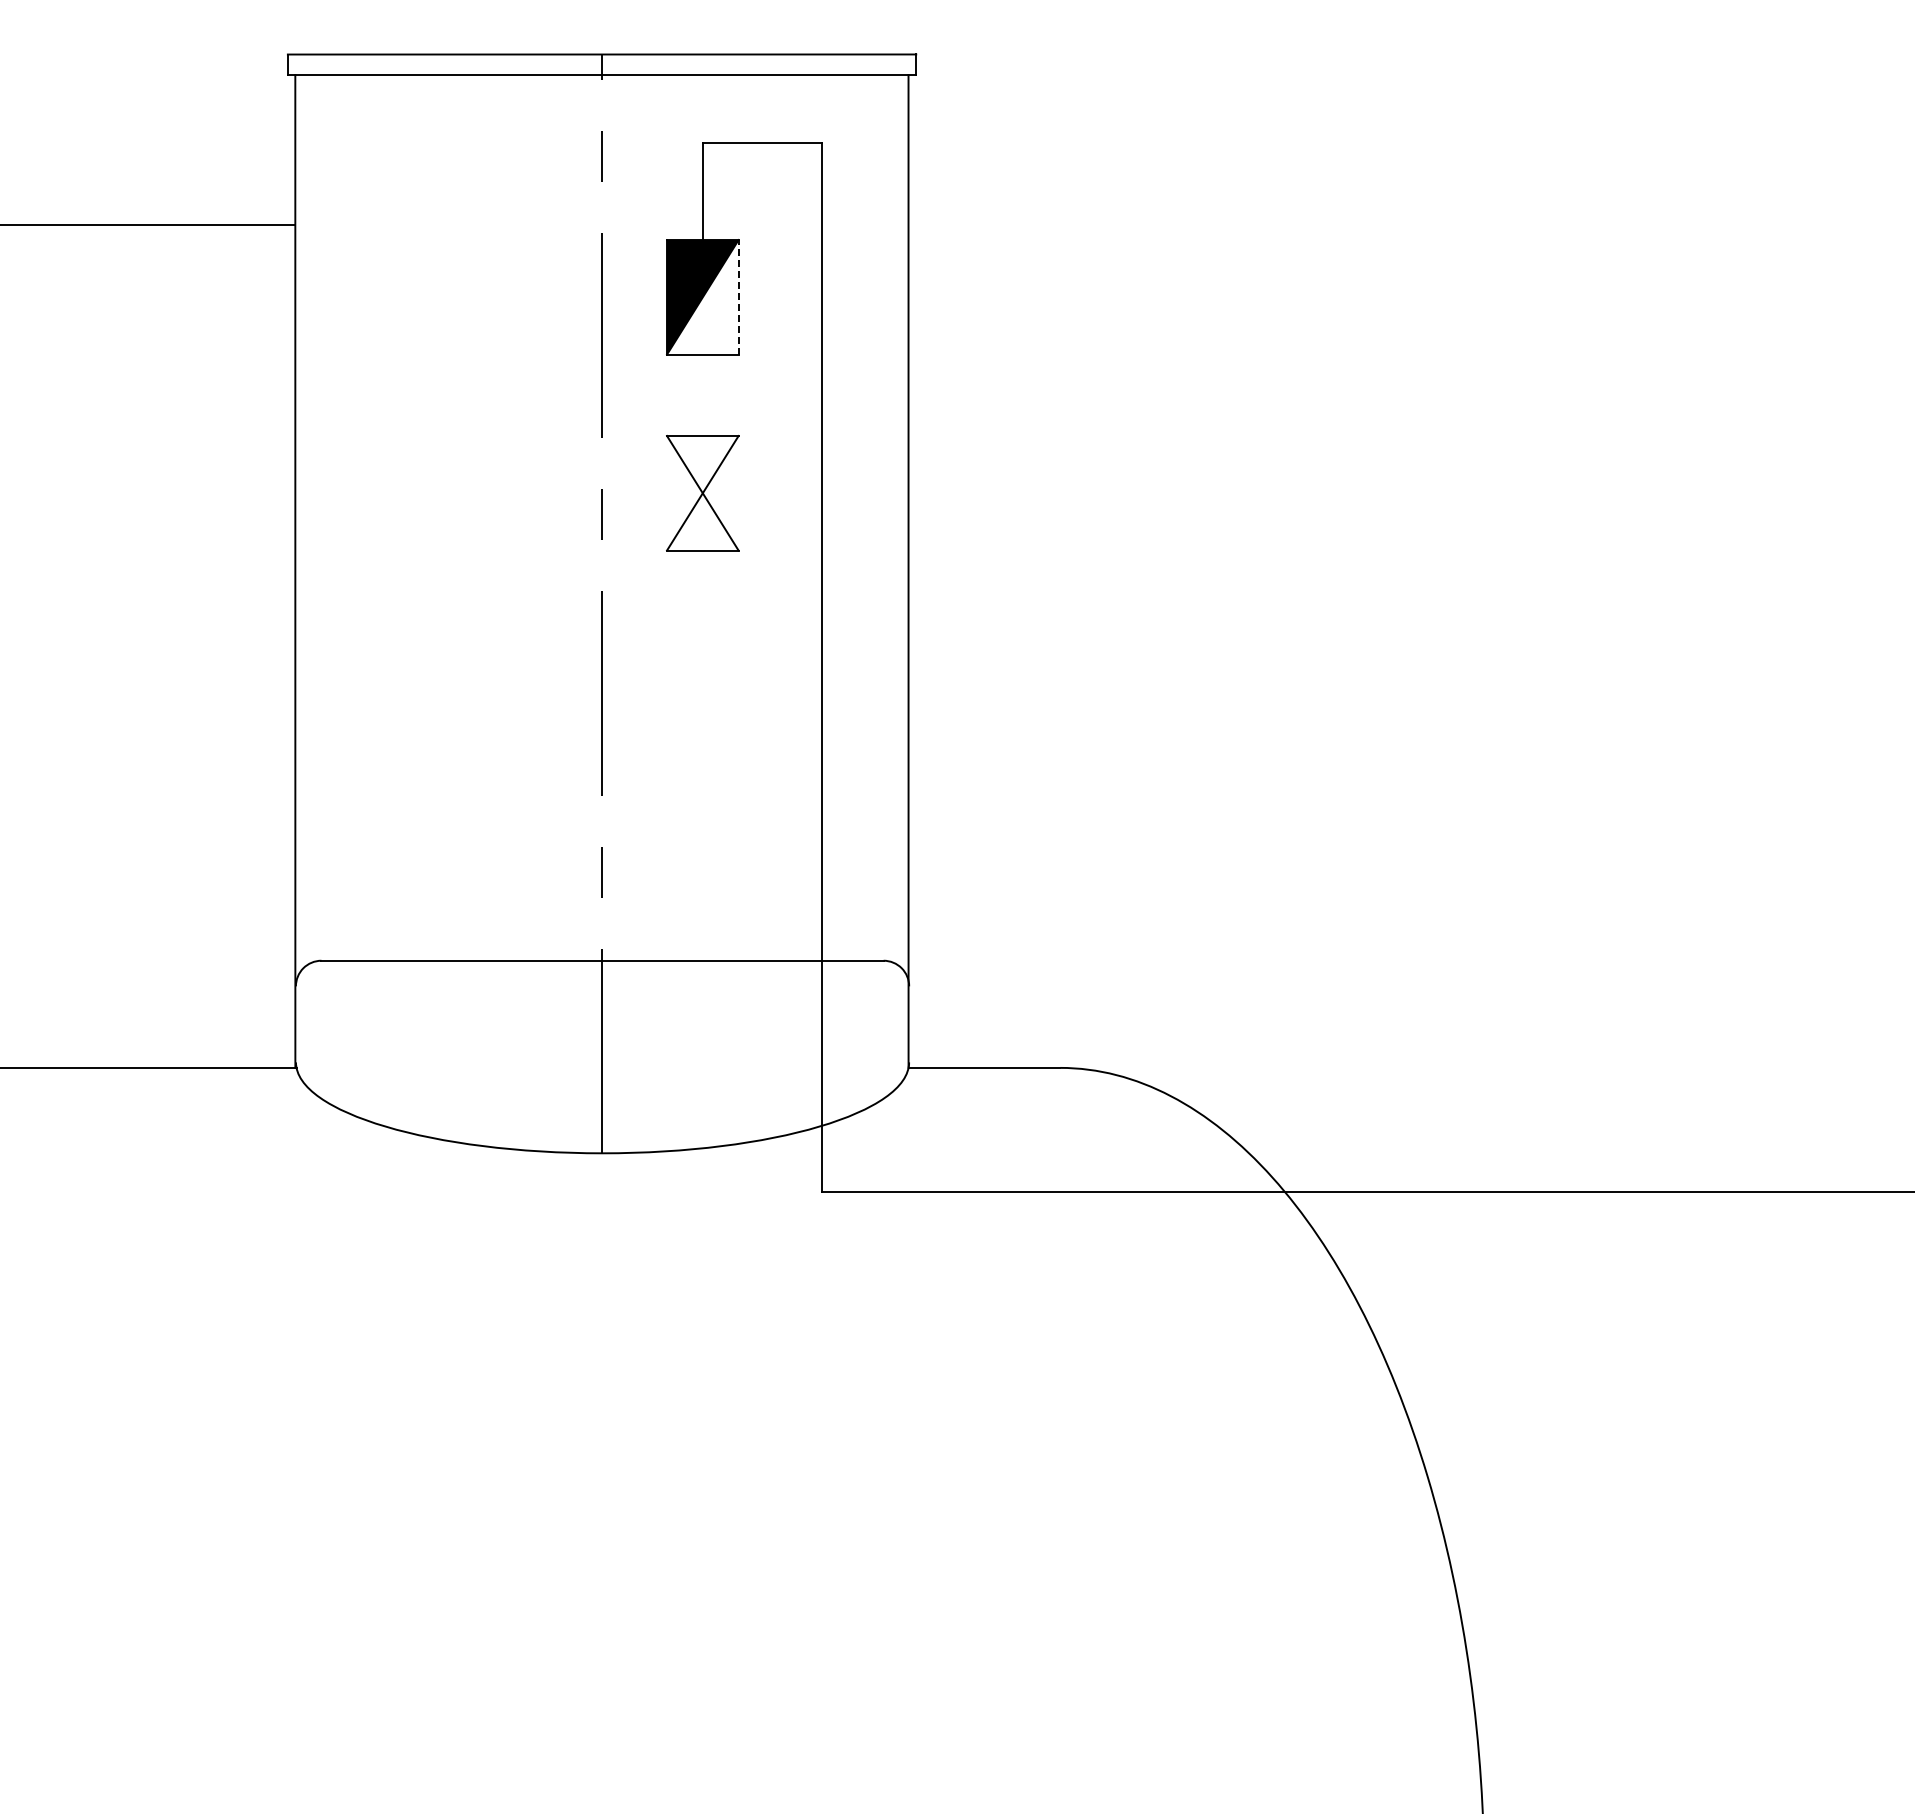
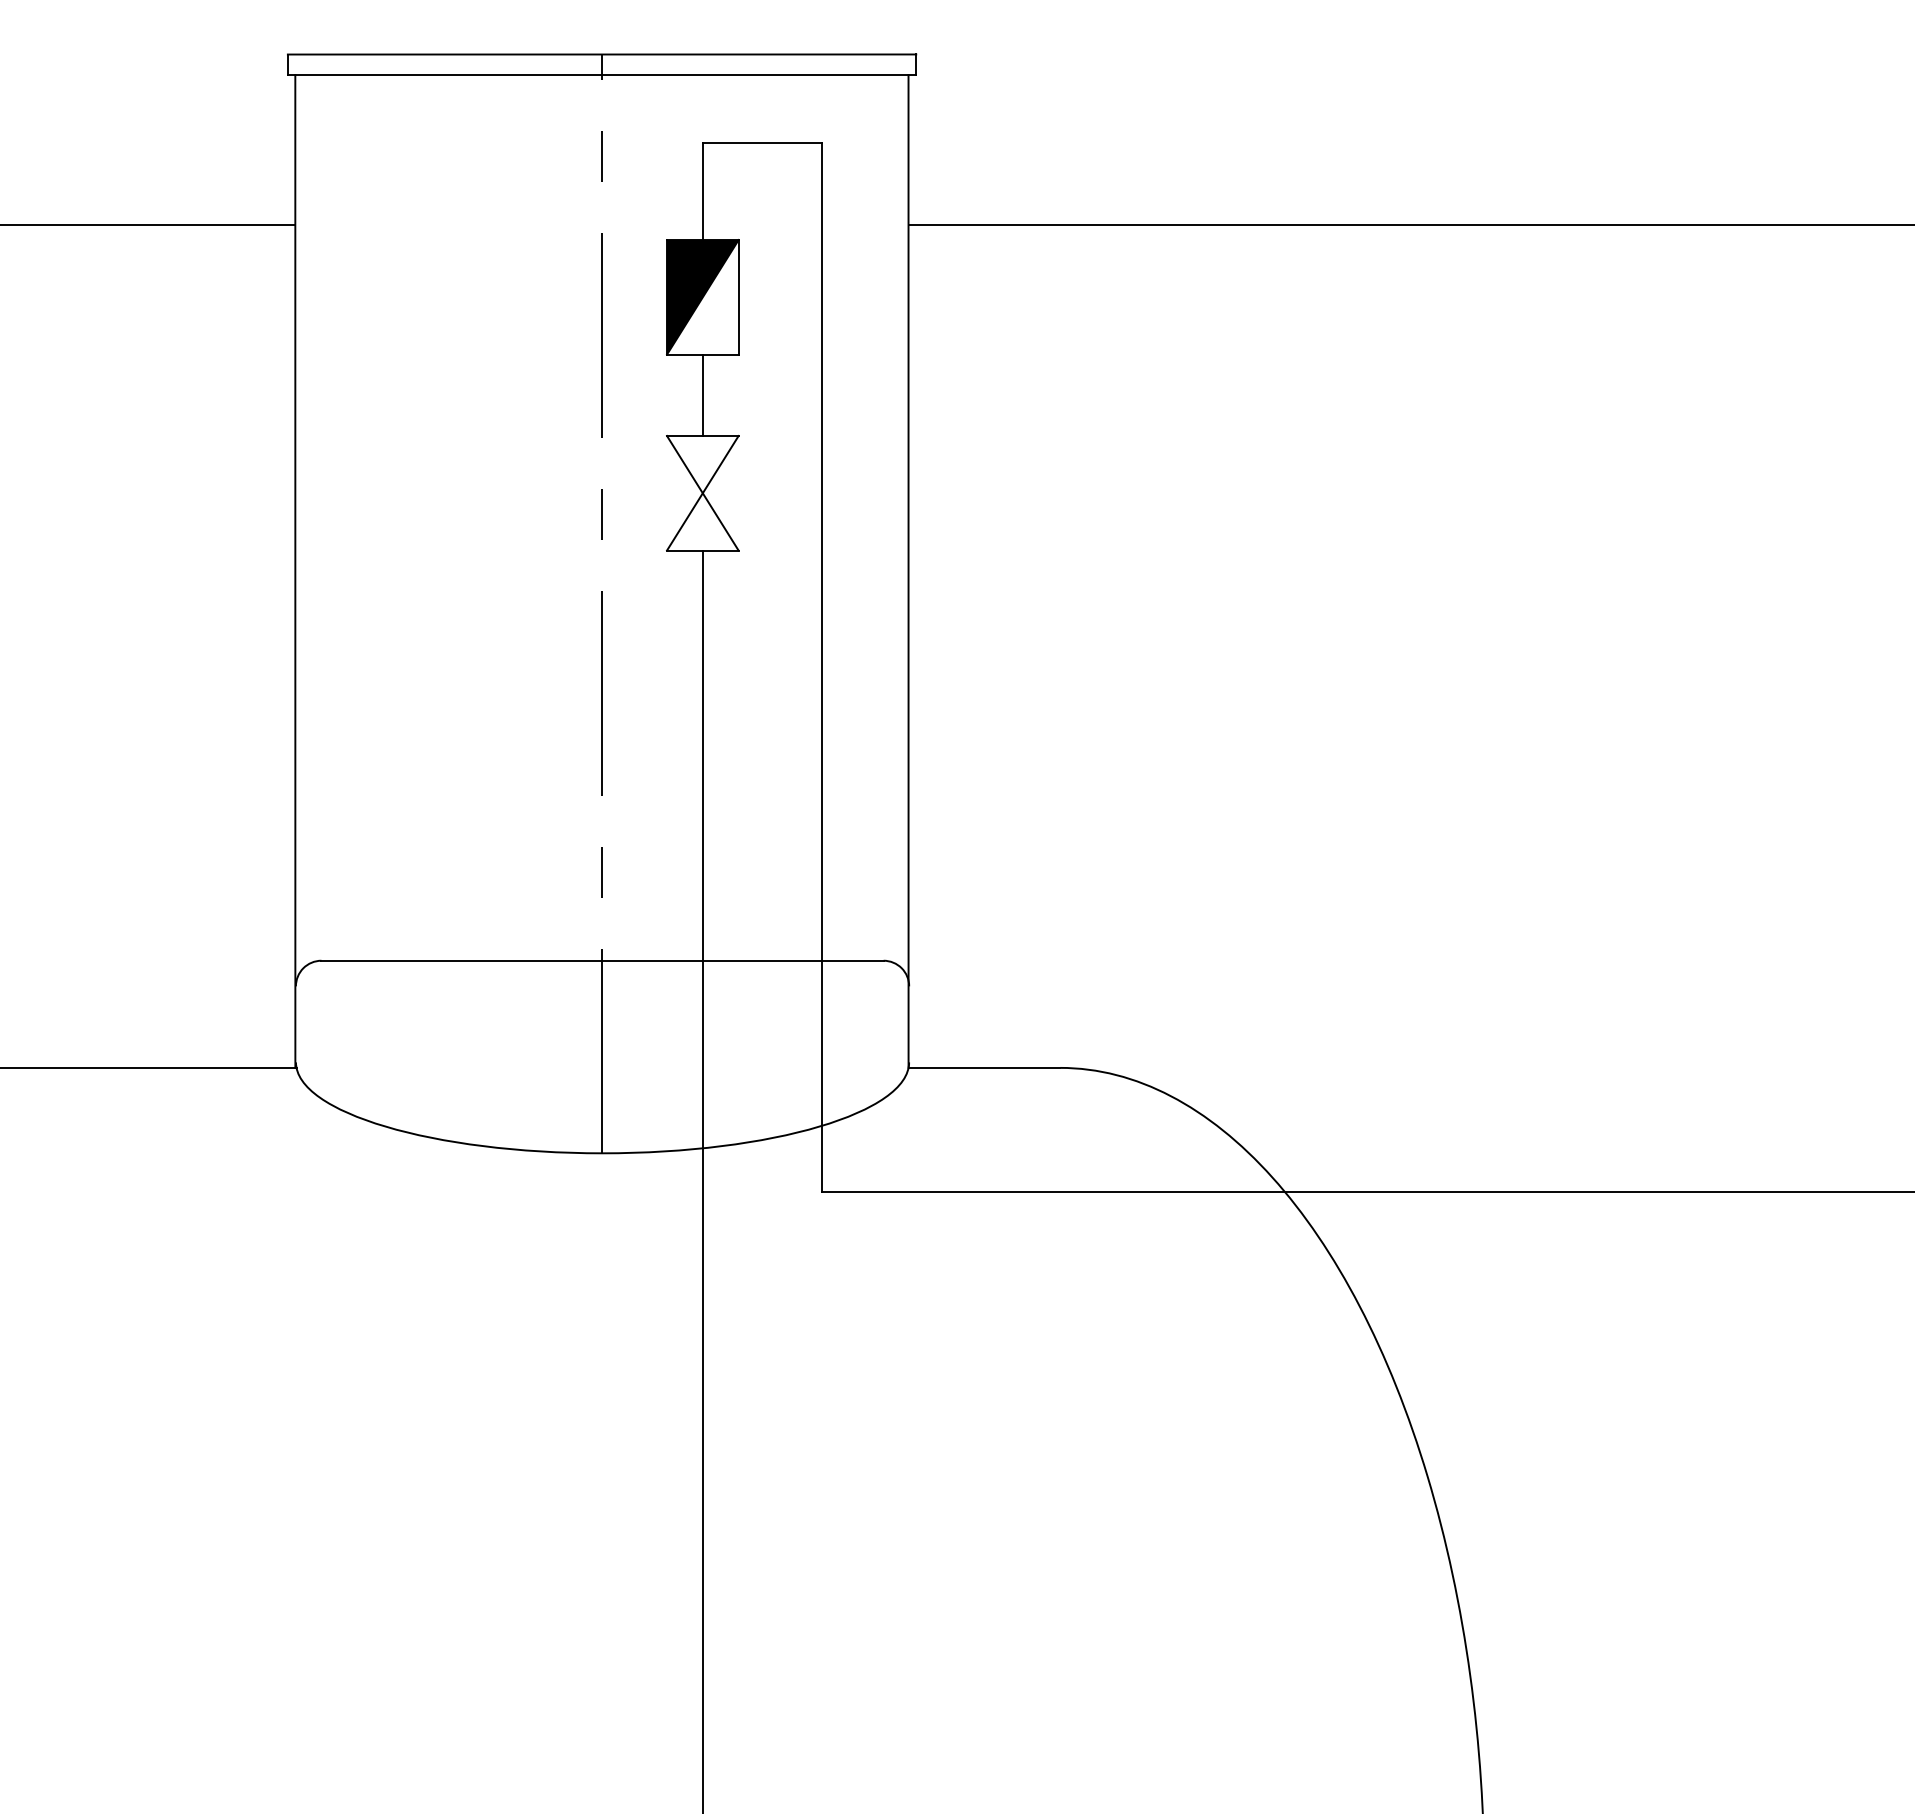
line at (1409, 224): none -> present
line at (738, 296): dashed -> solid
line at (702, 395): none -> present
line at (702, 1180): none -> present
